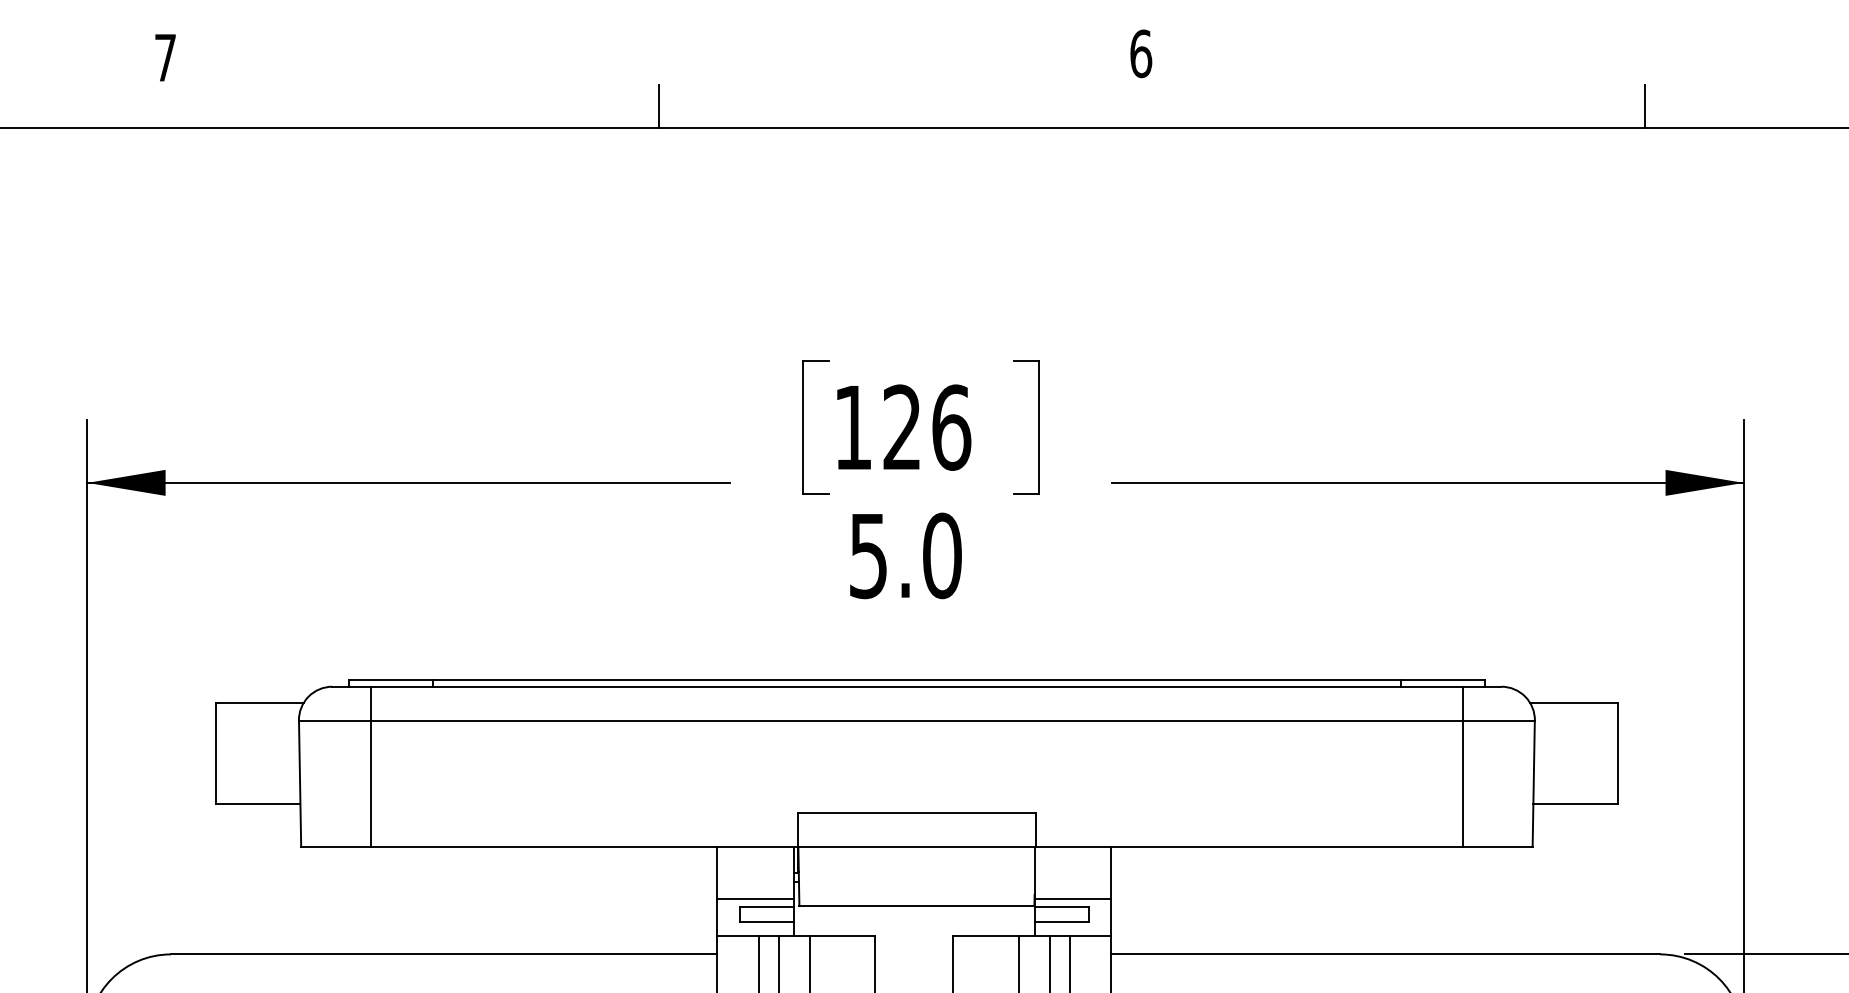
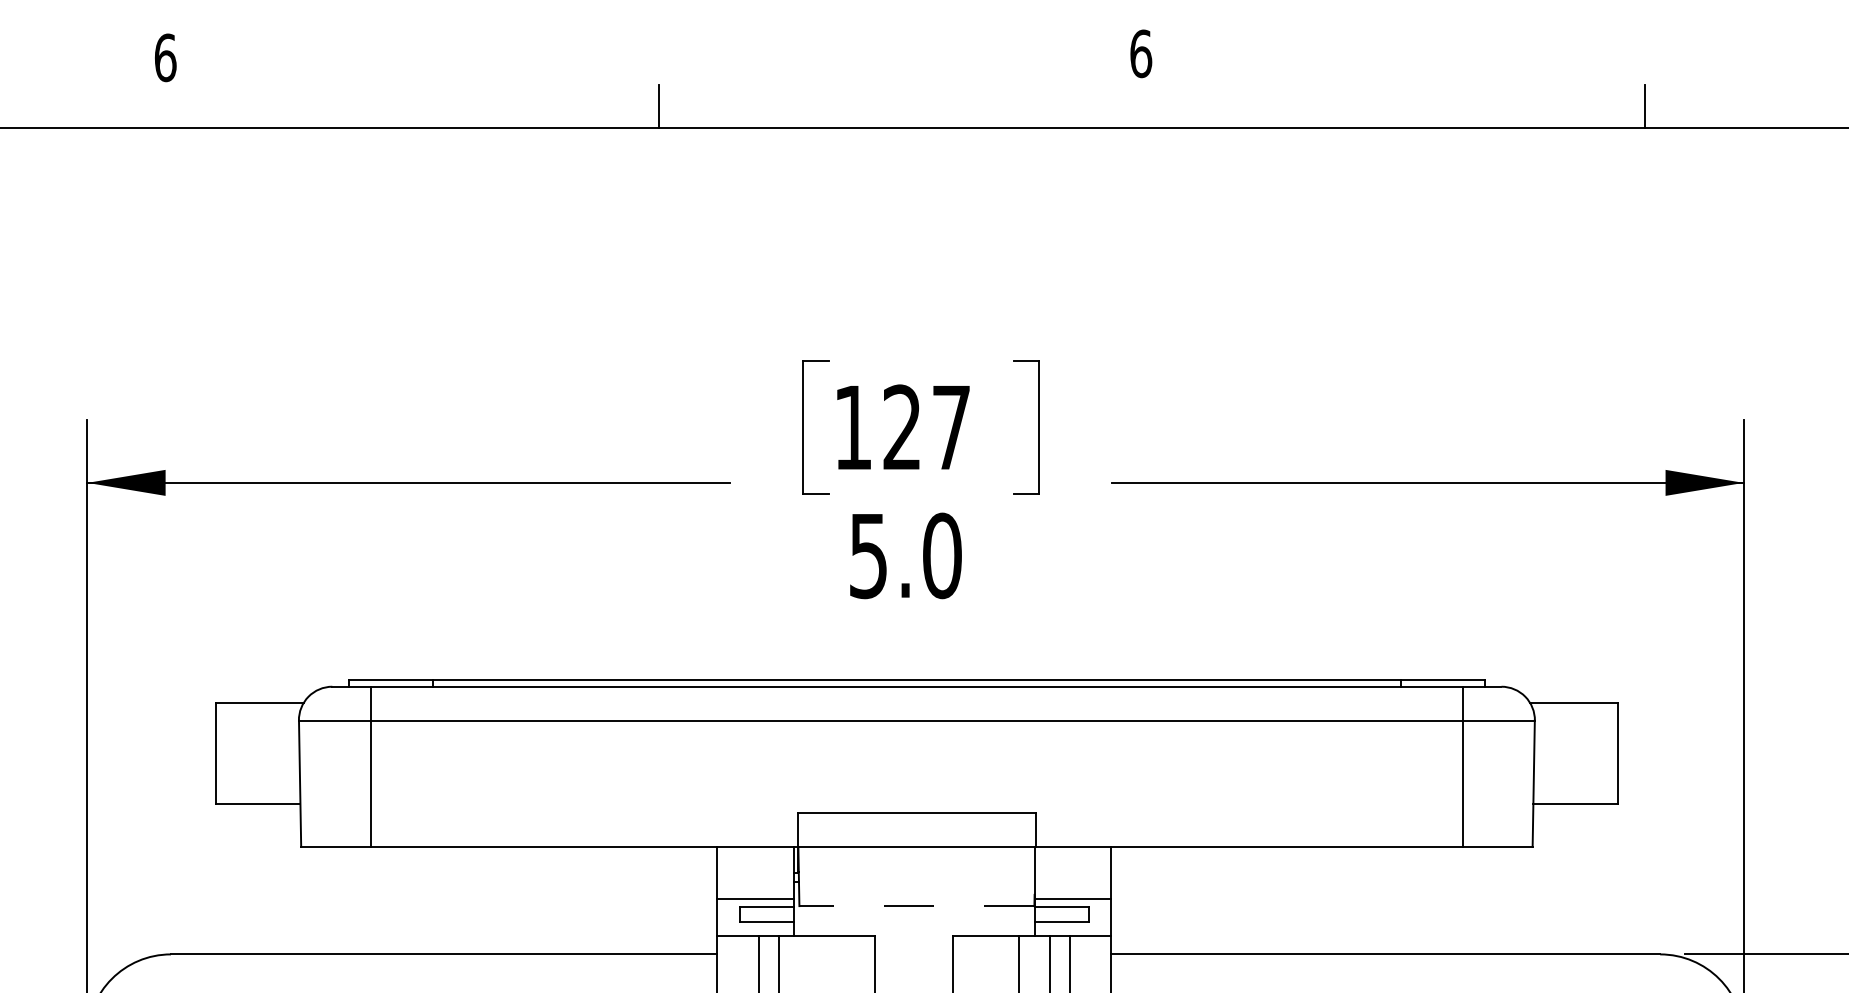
text at (165, 57): 7 -> 6
text at (951, 427): 126 -> 127
line at (916, 906): solid -> dashed
line at (809, 962): present -> none
